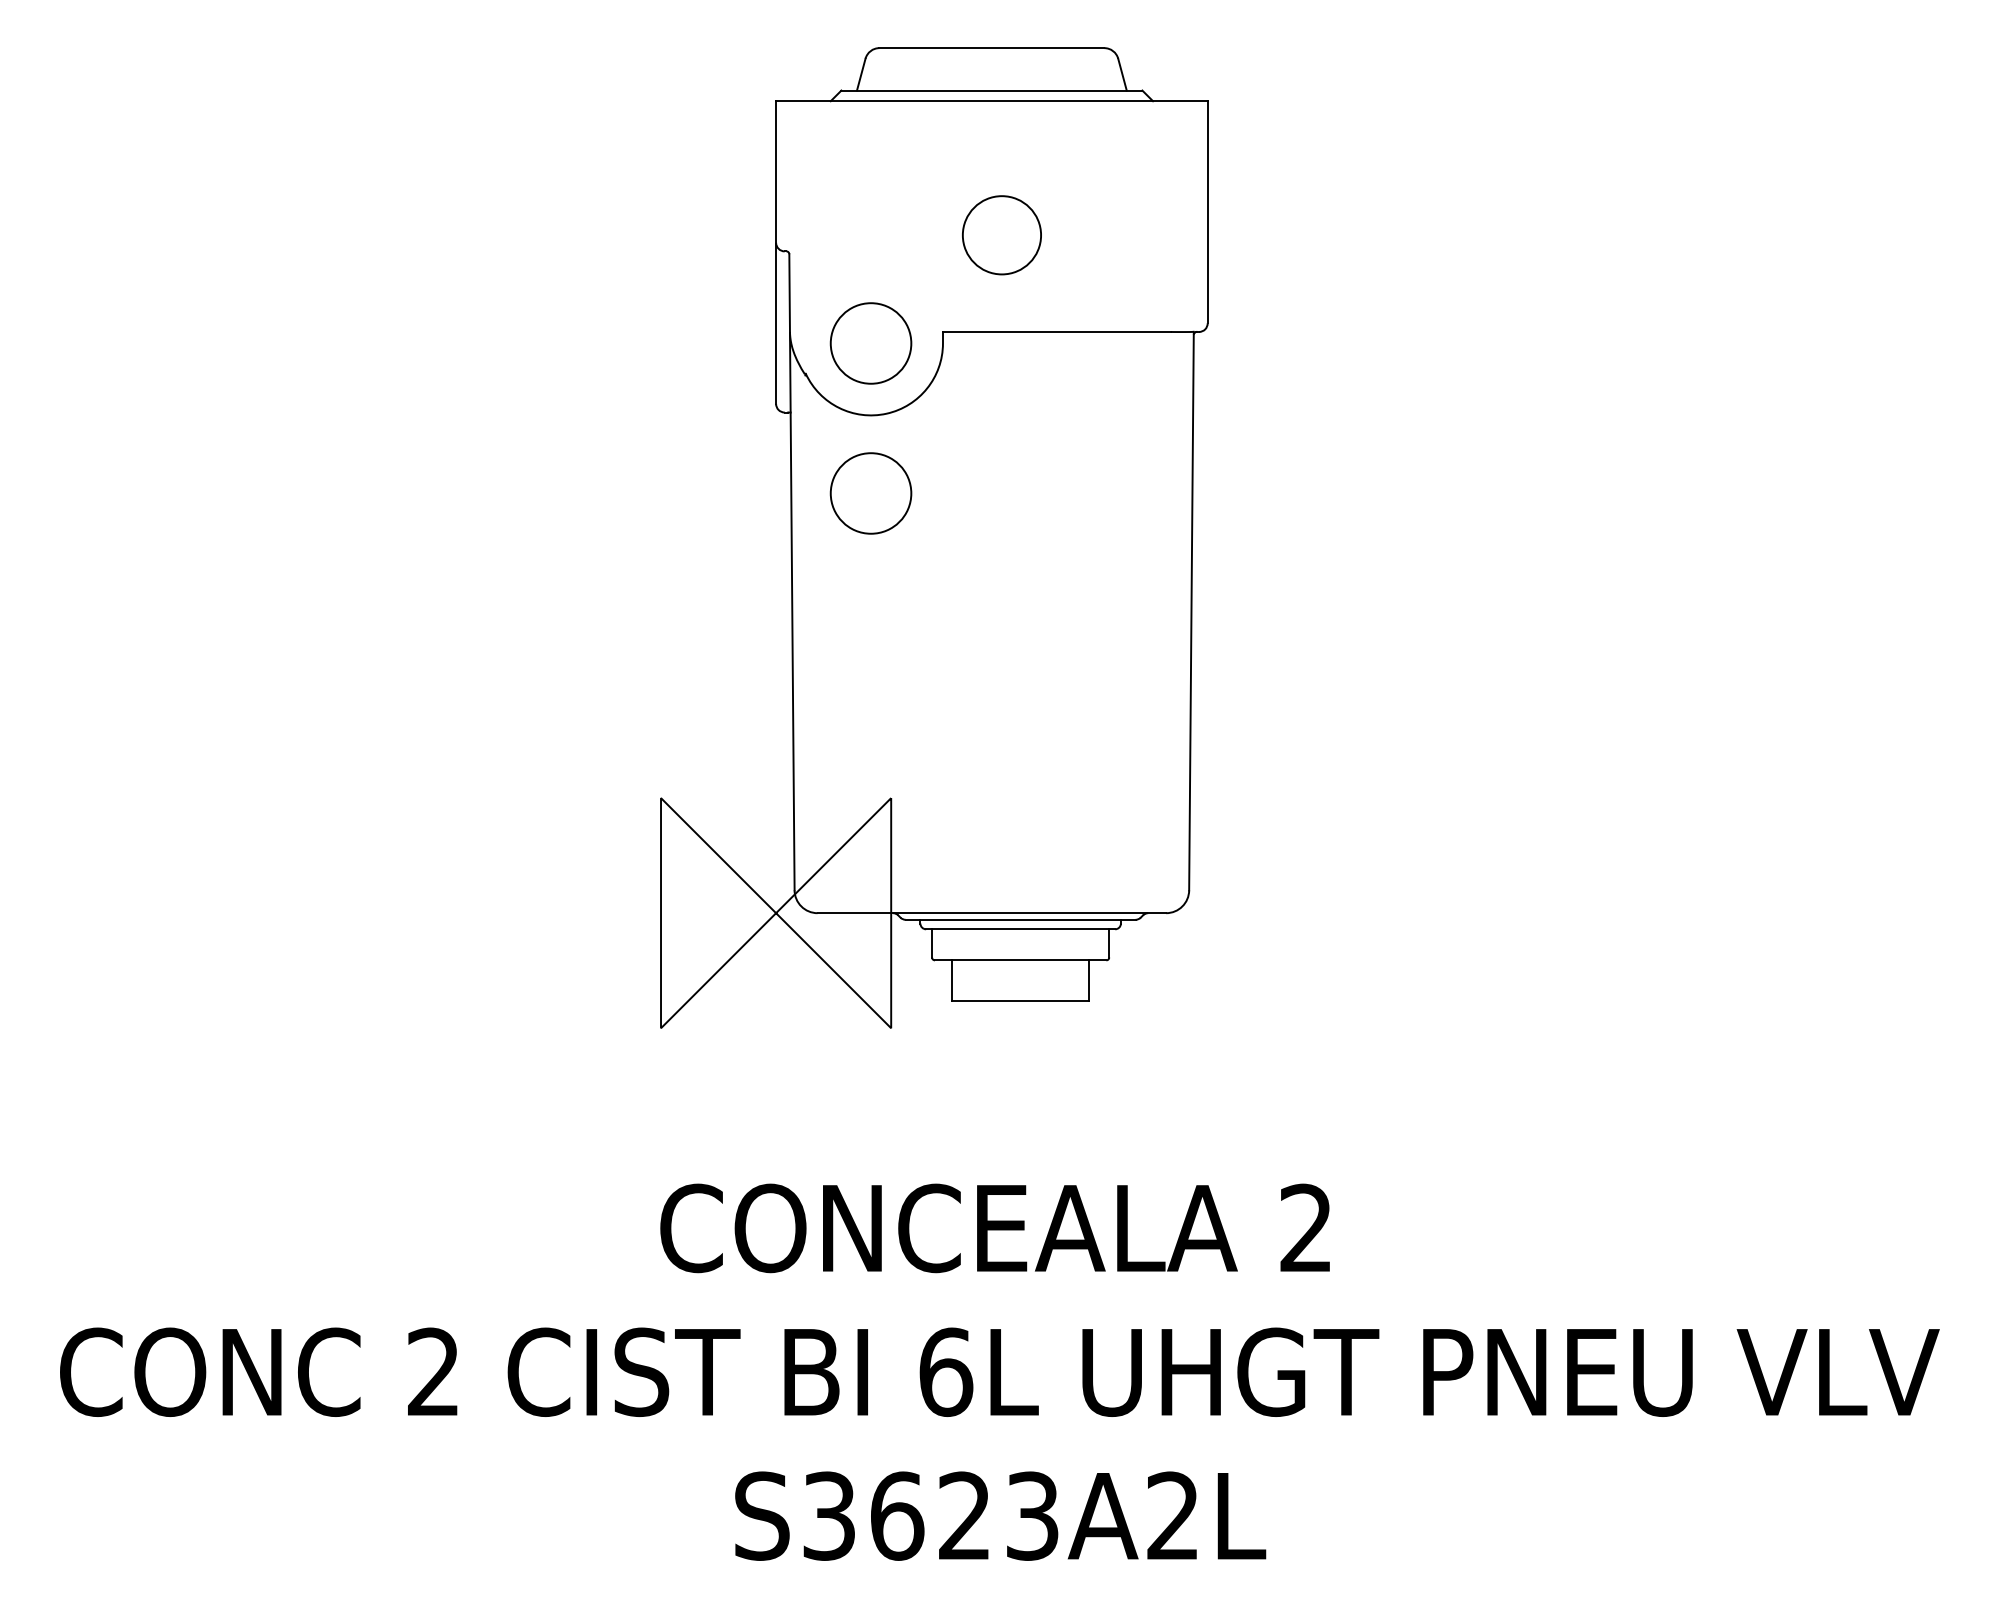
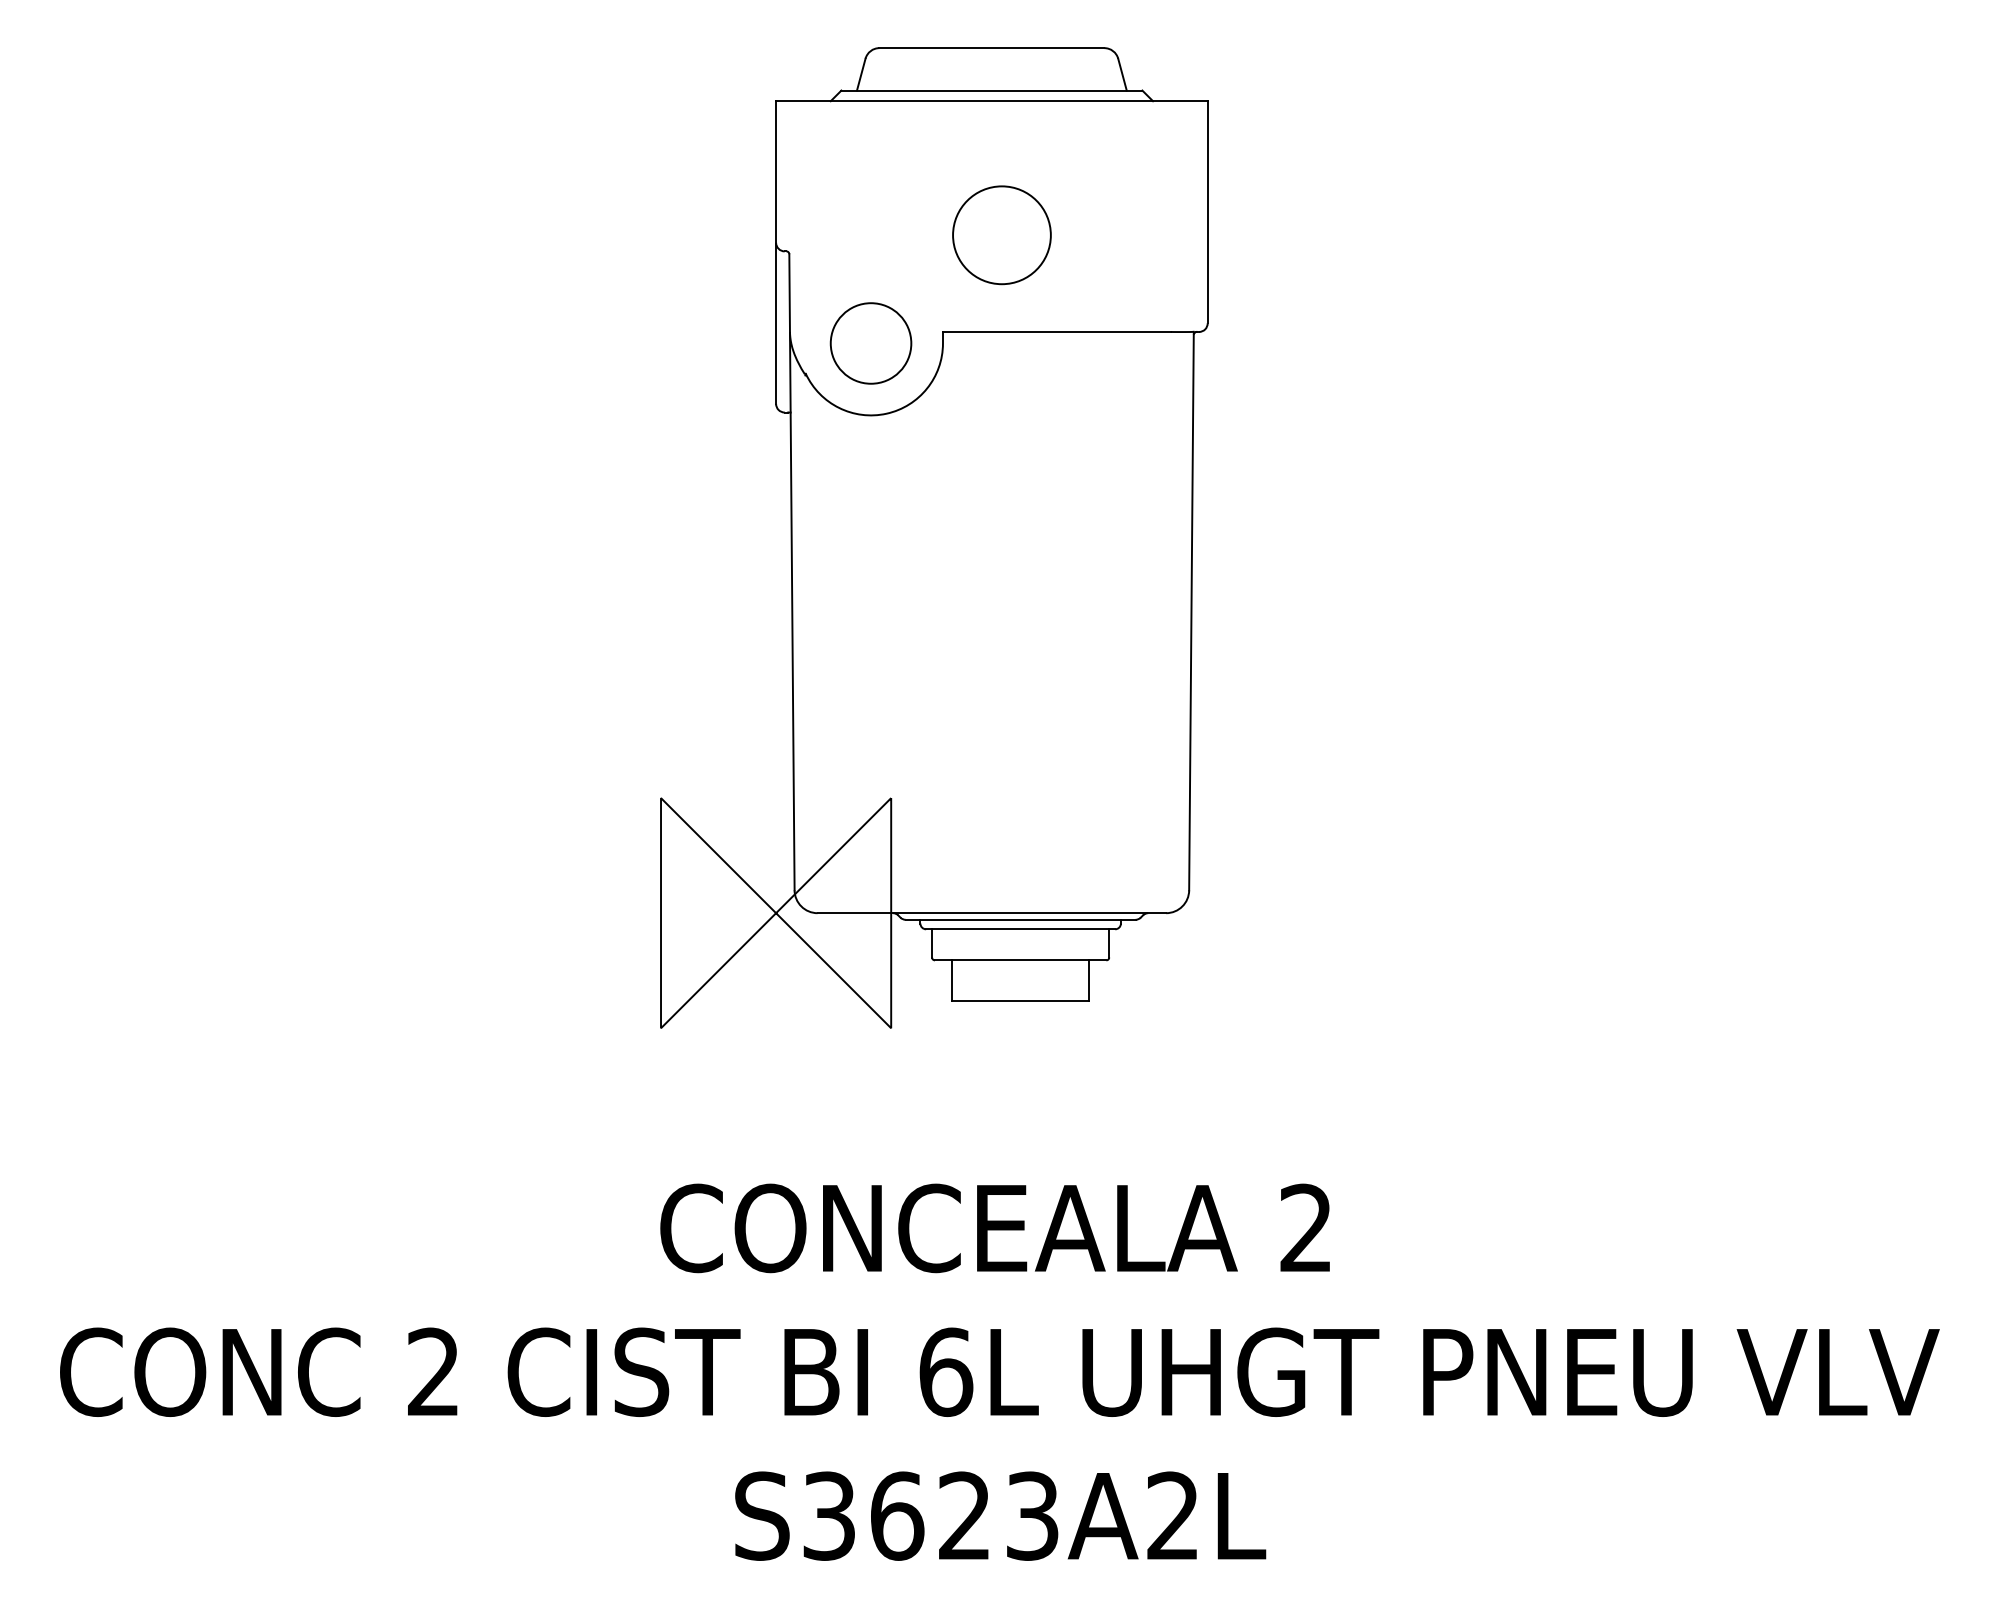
circle at (1001, 235) diameter: 78 px -> 98 px
circle at (870, 493): present -> none
